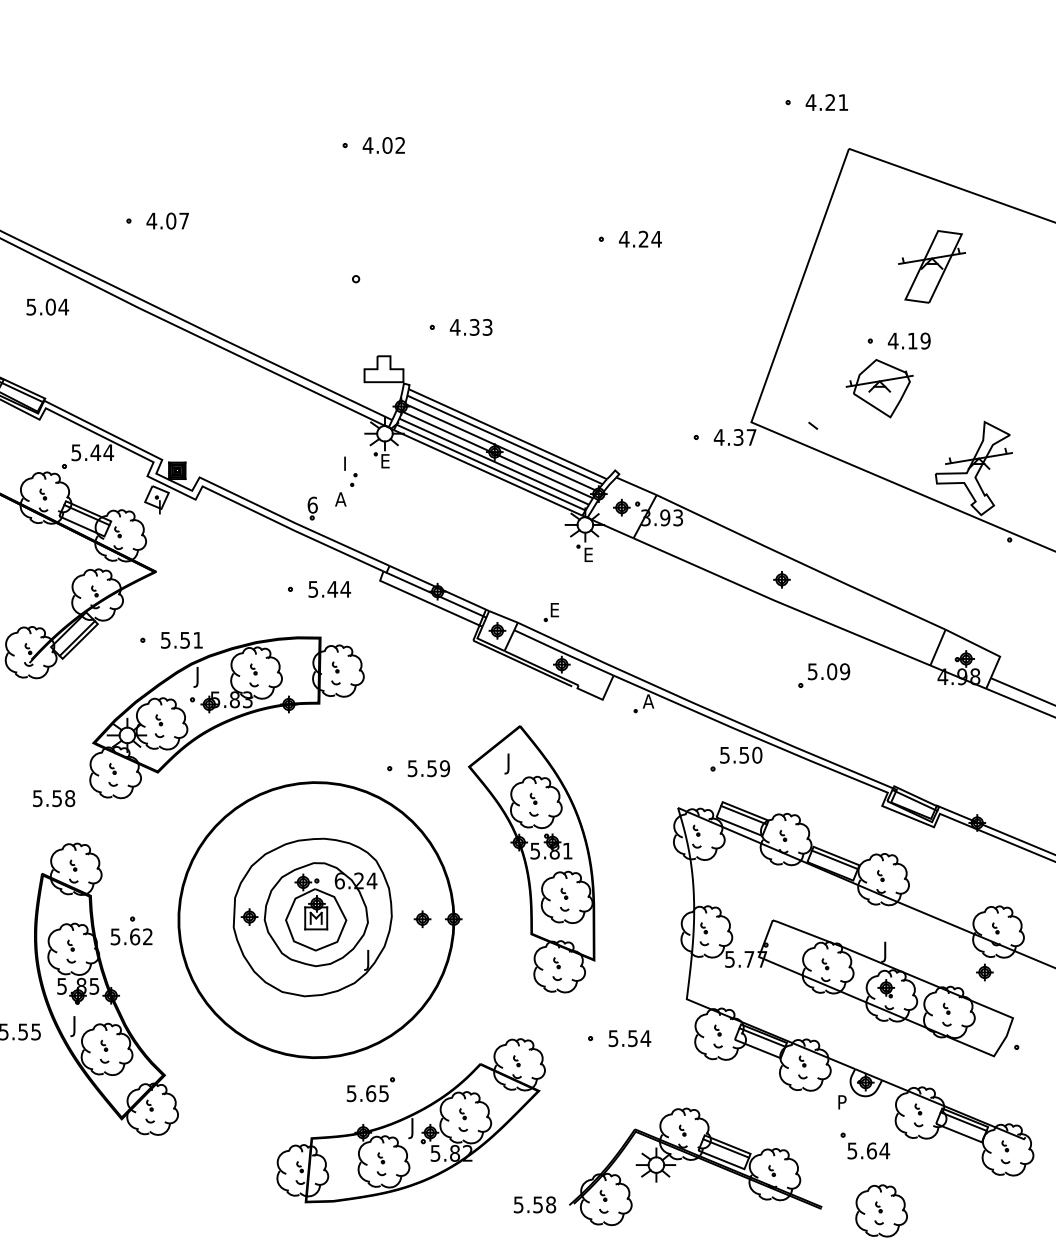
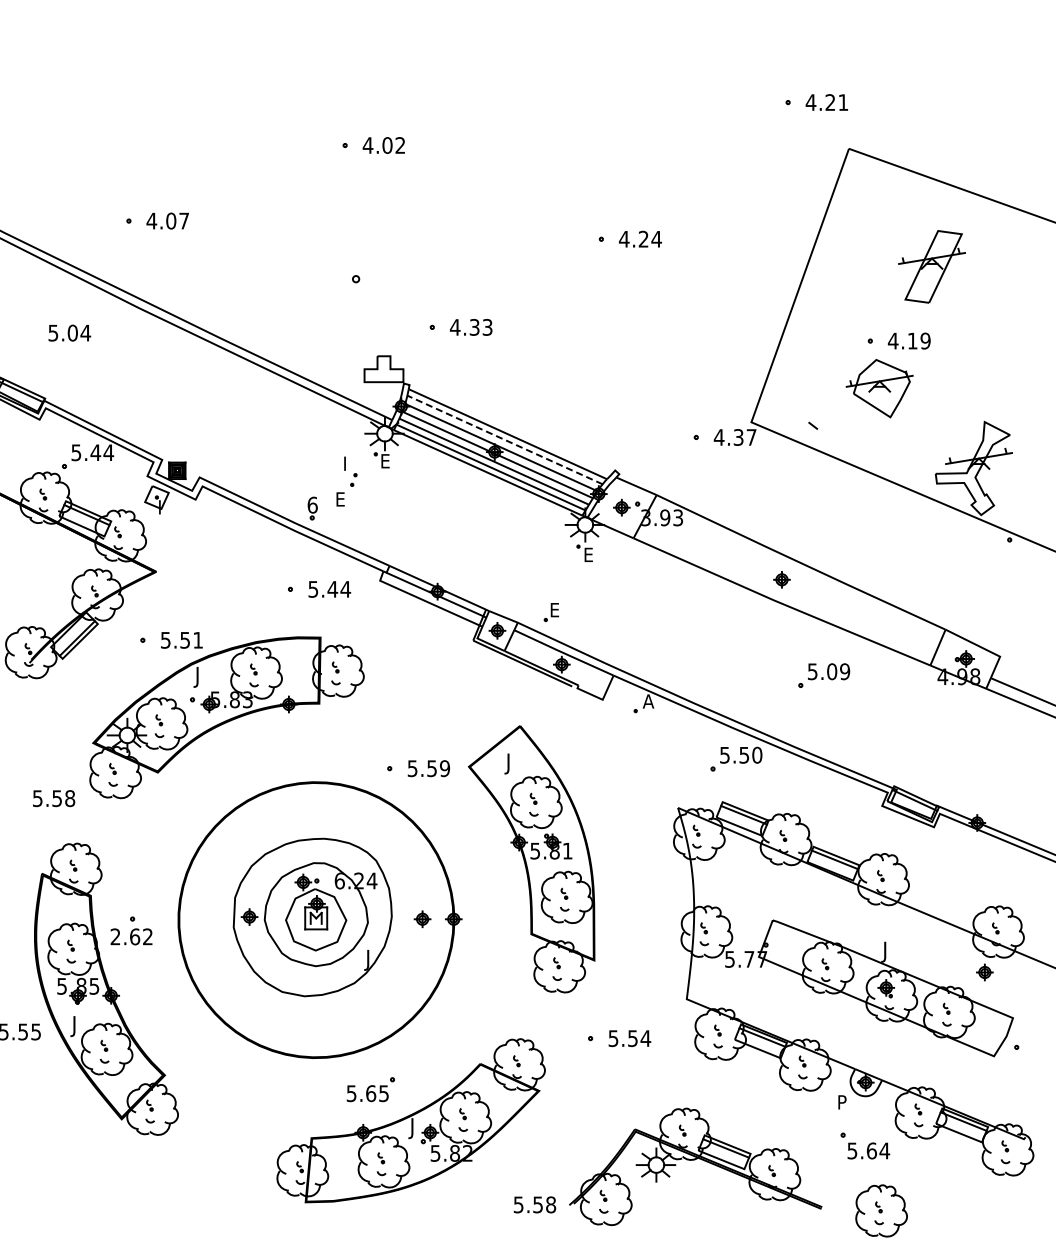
text at (47, 306) position: (47, 306) -> (69, 332)
line at (504, 439): solid -> dashed
text at (340, 499): A -> E
text at (115, 936): 5.62 -> 2.62
